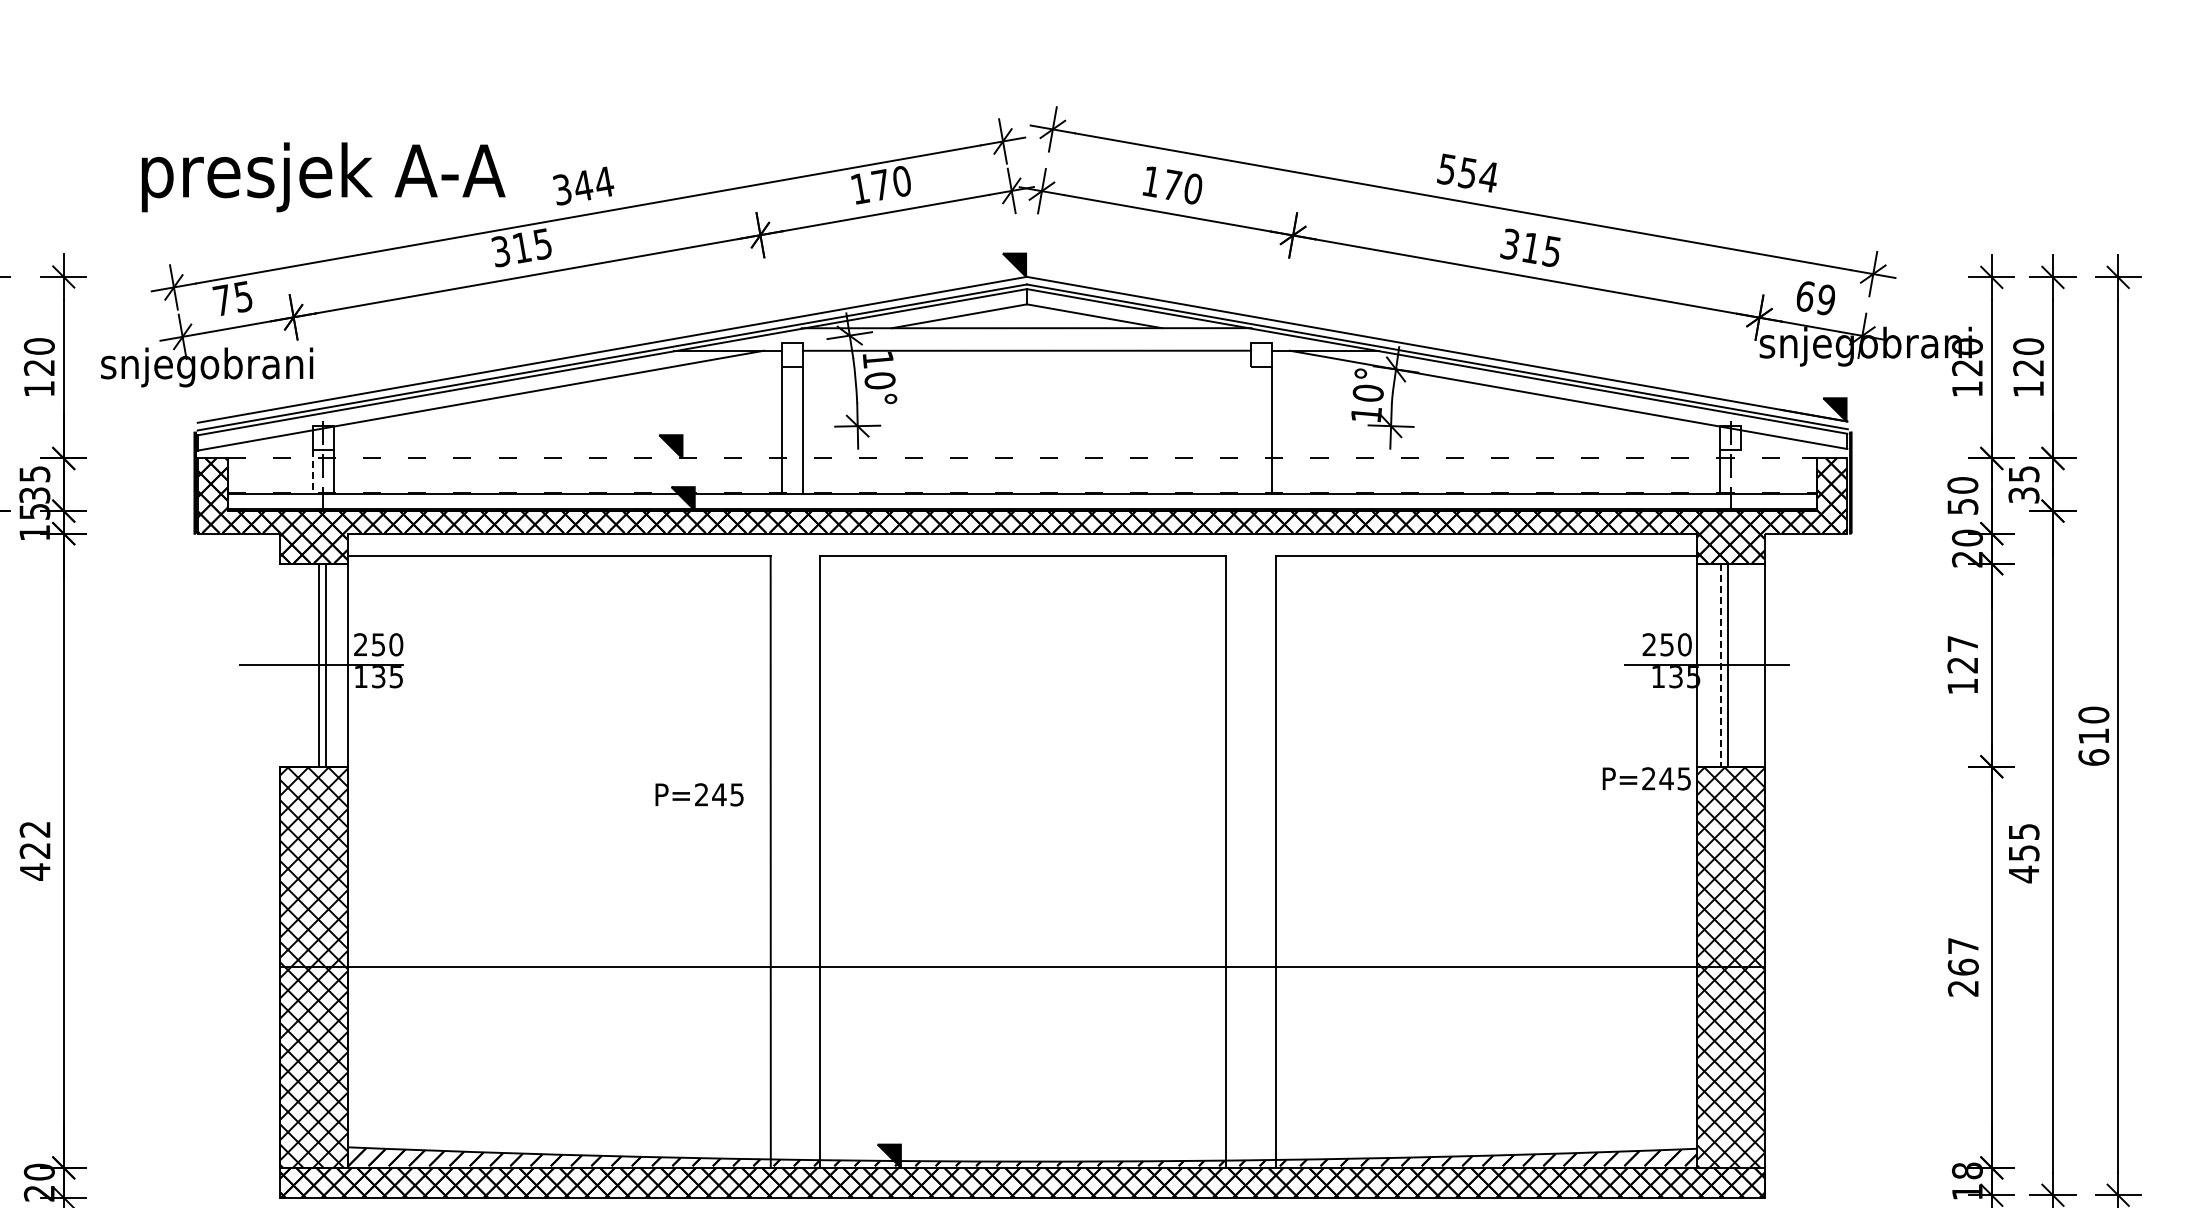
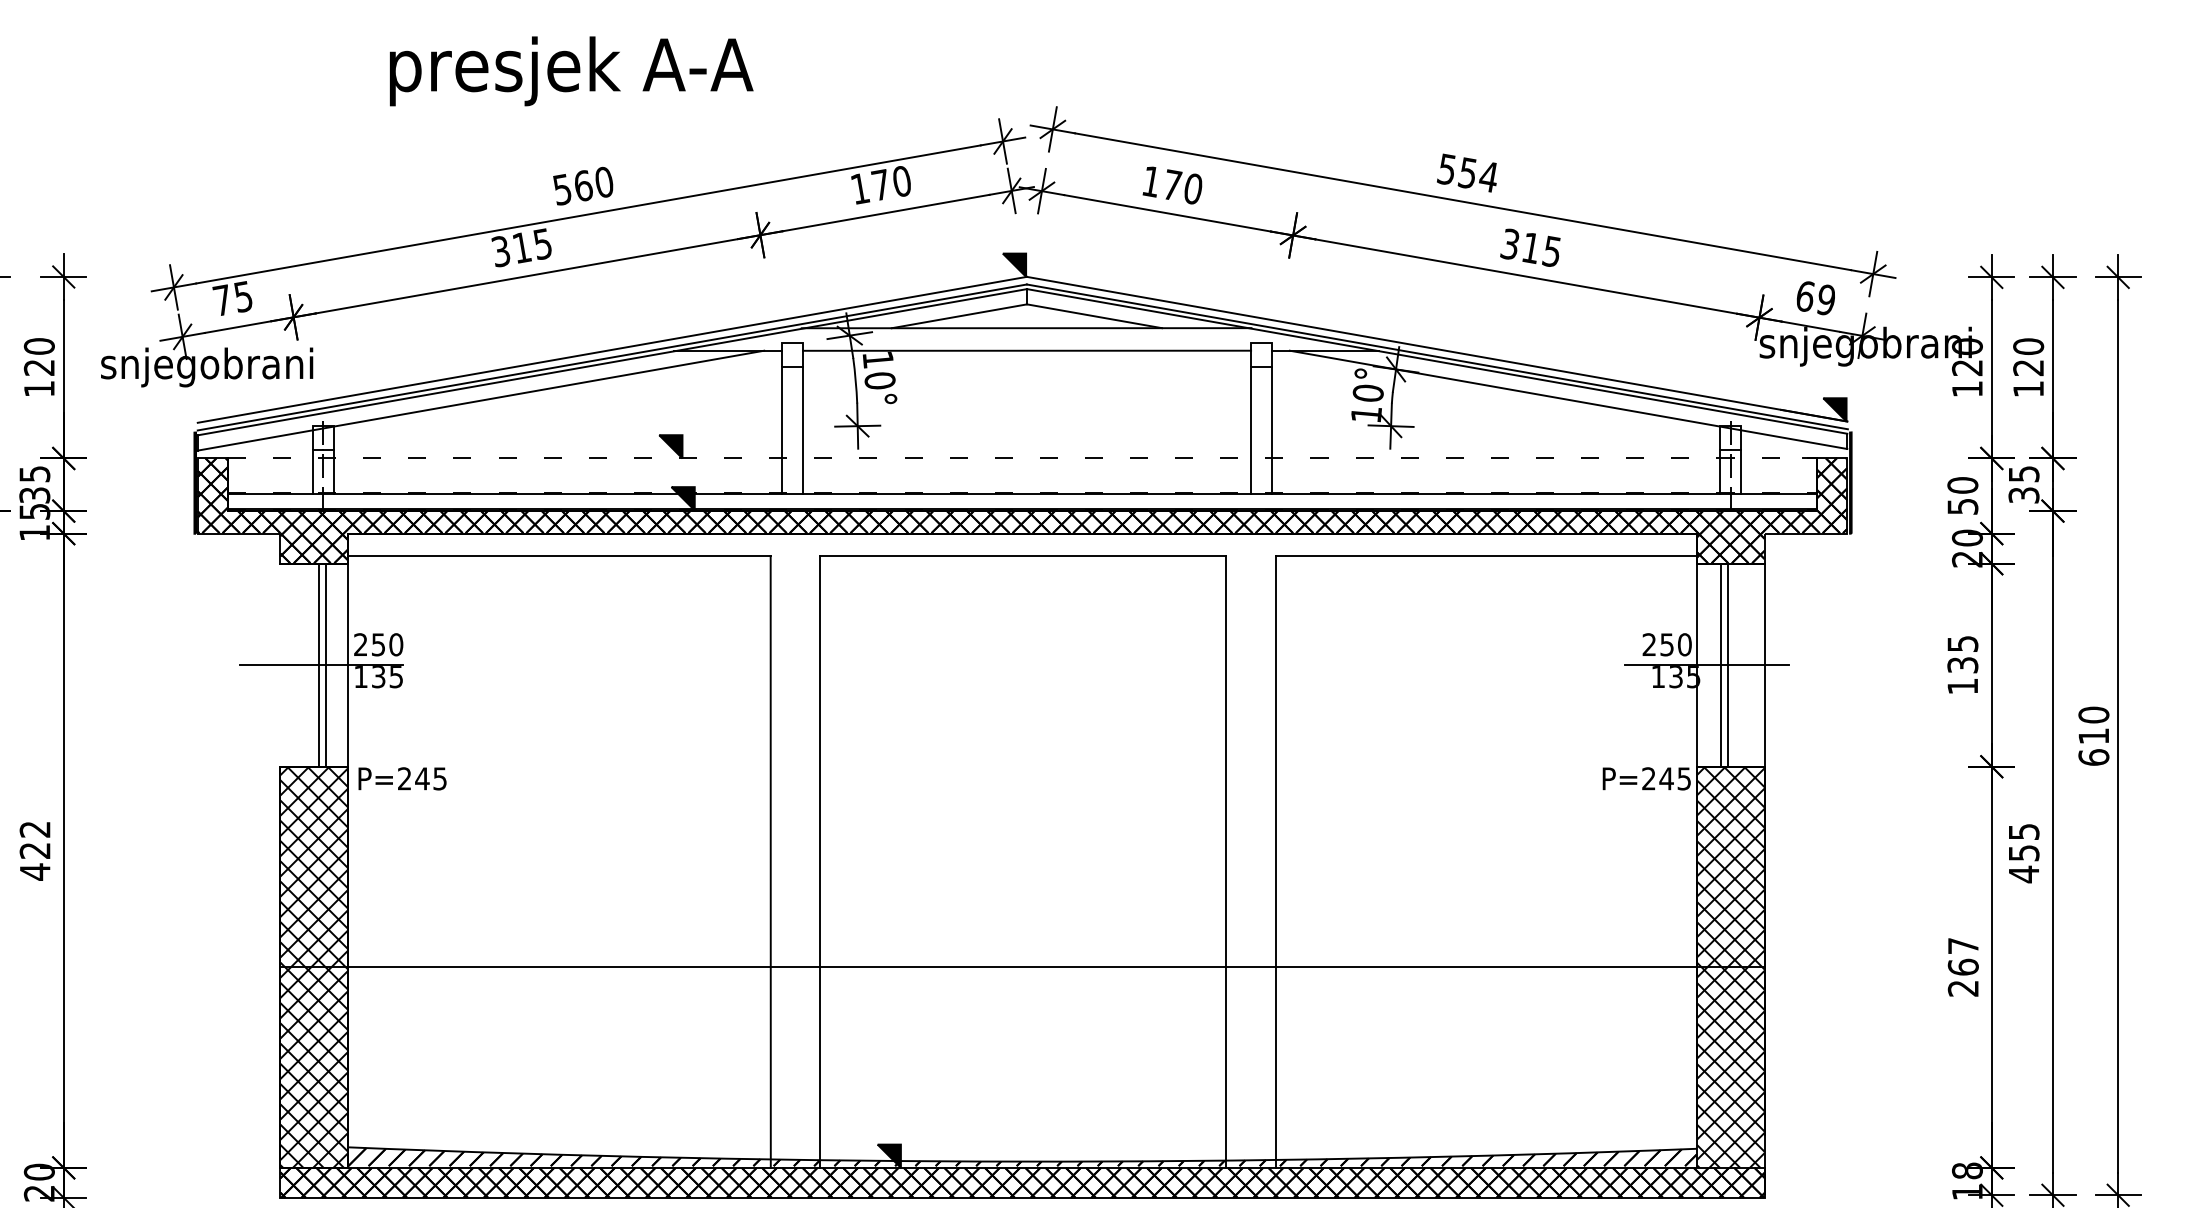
text at (323, 177) position: (323, 177) -> (571, 71)
text at (583, 185): 344 -> 560
line at (1251, 430): none -> present
line at (312, 472): dashed -> solid
line at (1741, 472): none -> present
text at (1962, 654): 127 -> 135
line at (1720, 665): dashed -> solid
text at (699, 794) position: (699, 794) -> (402, 778)
